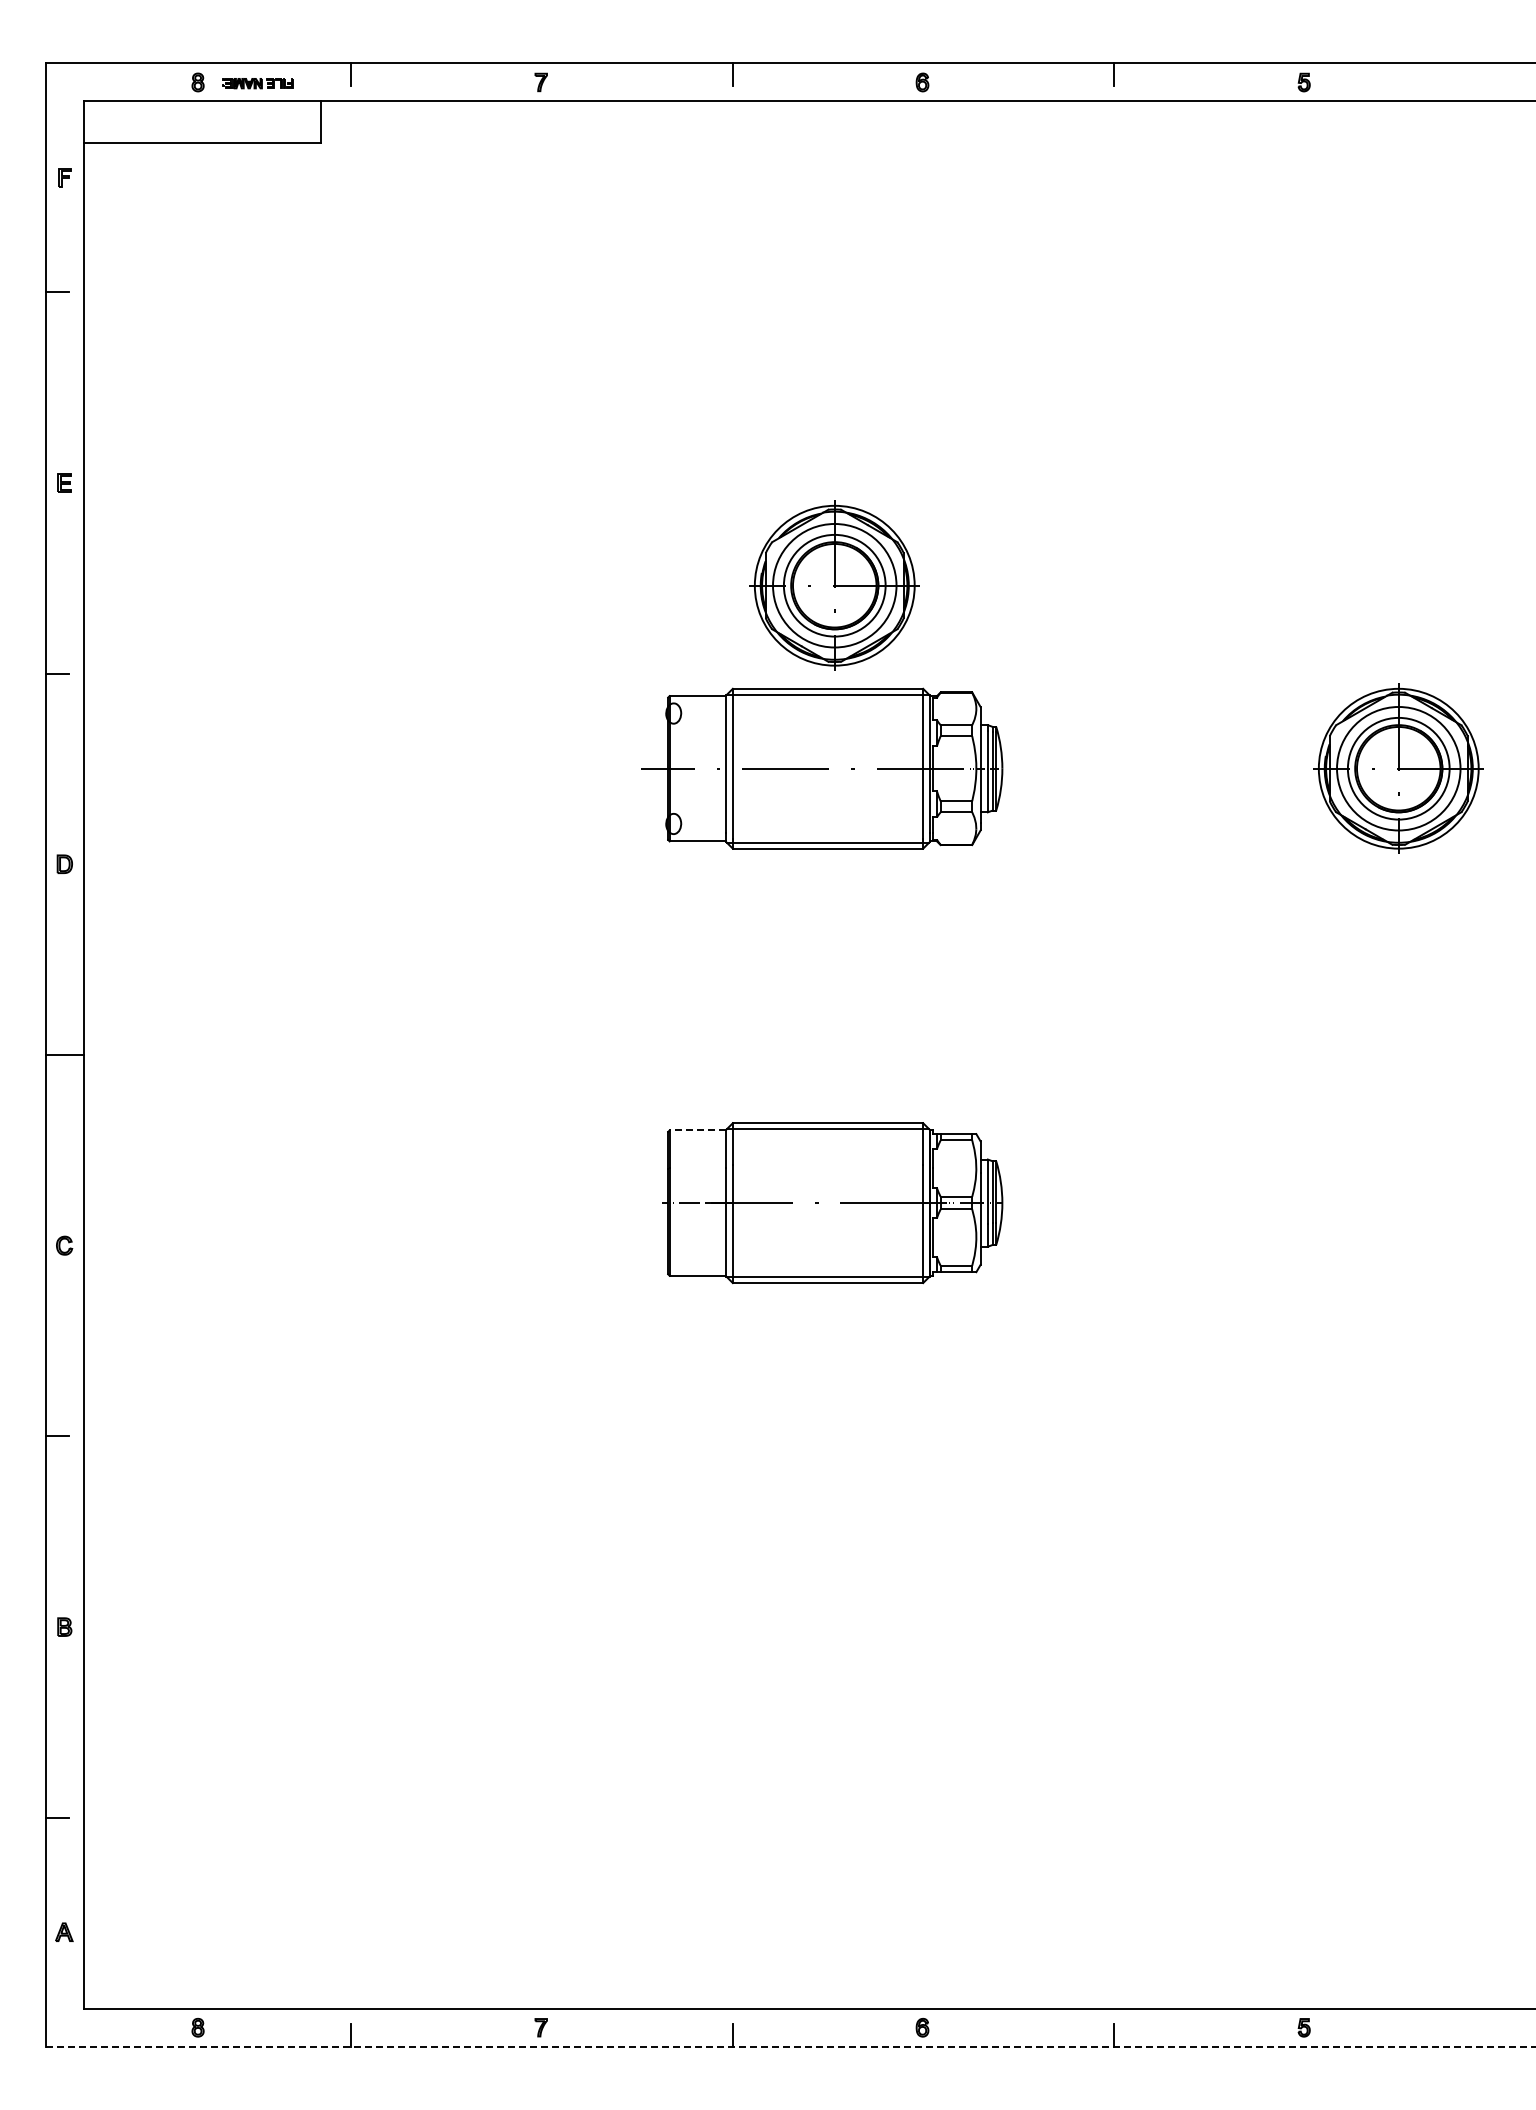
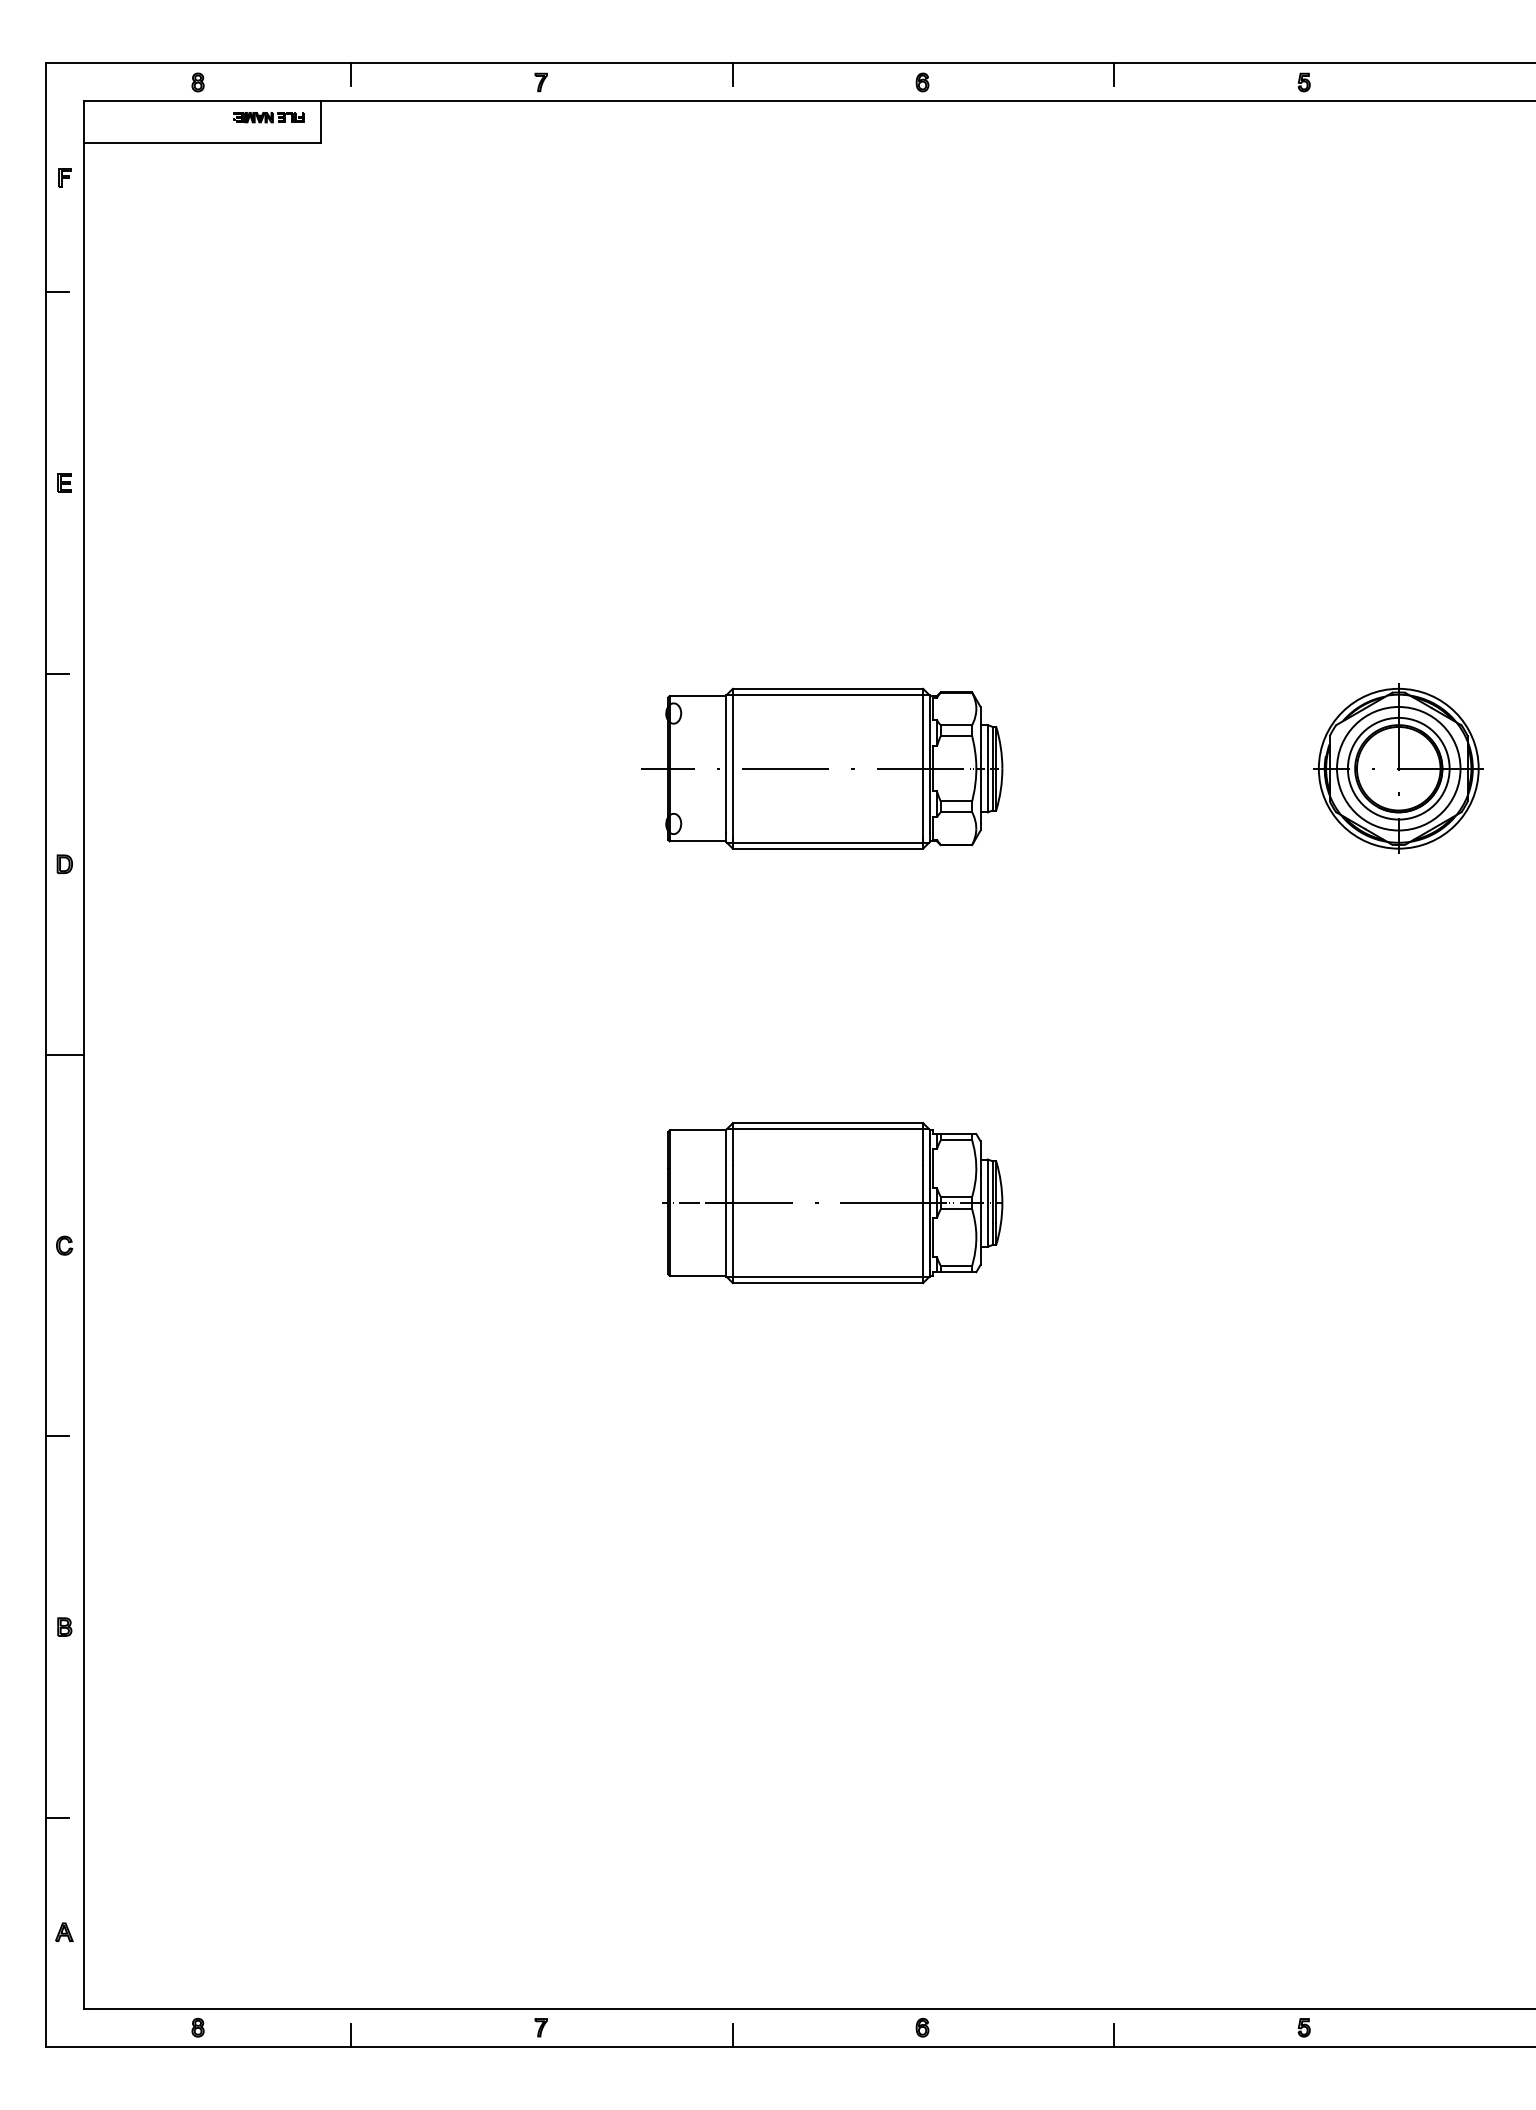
part at (257, 83) position: (257, 83) -> (268, 117)
part at (834, 585): present -> none
line at (697, 1130): dashed -> solid
line at (791, 2046): dashed -> solid
